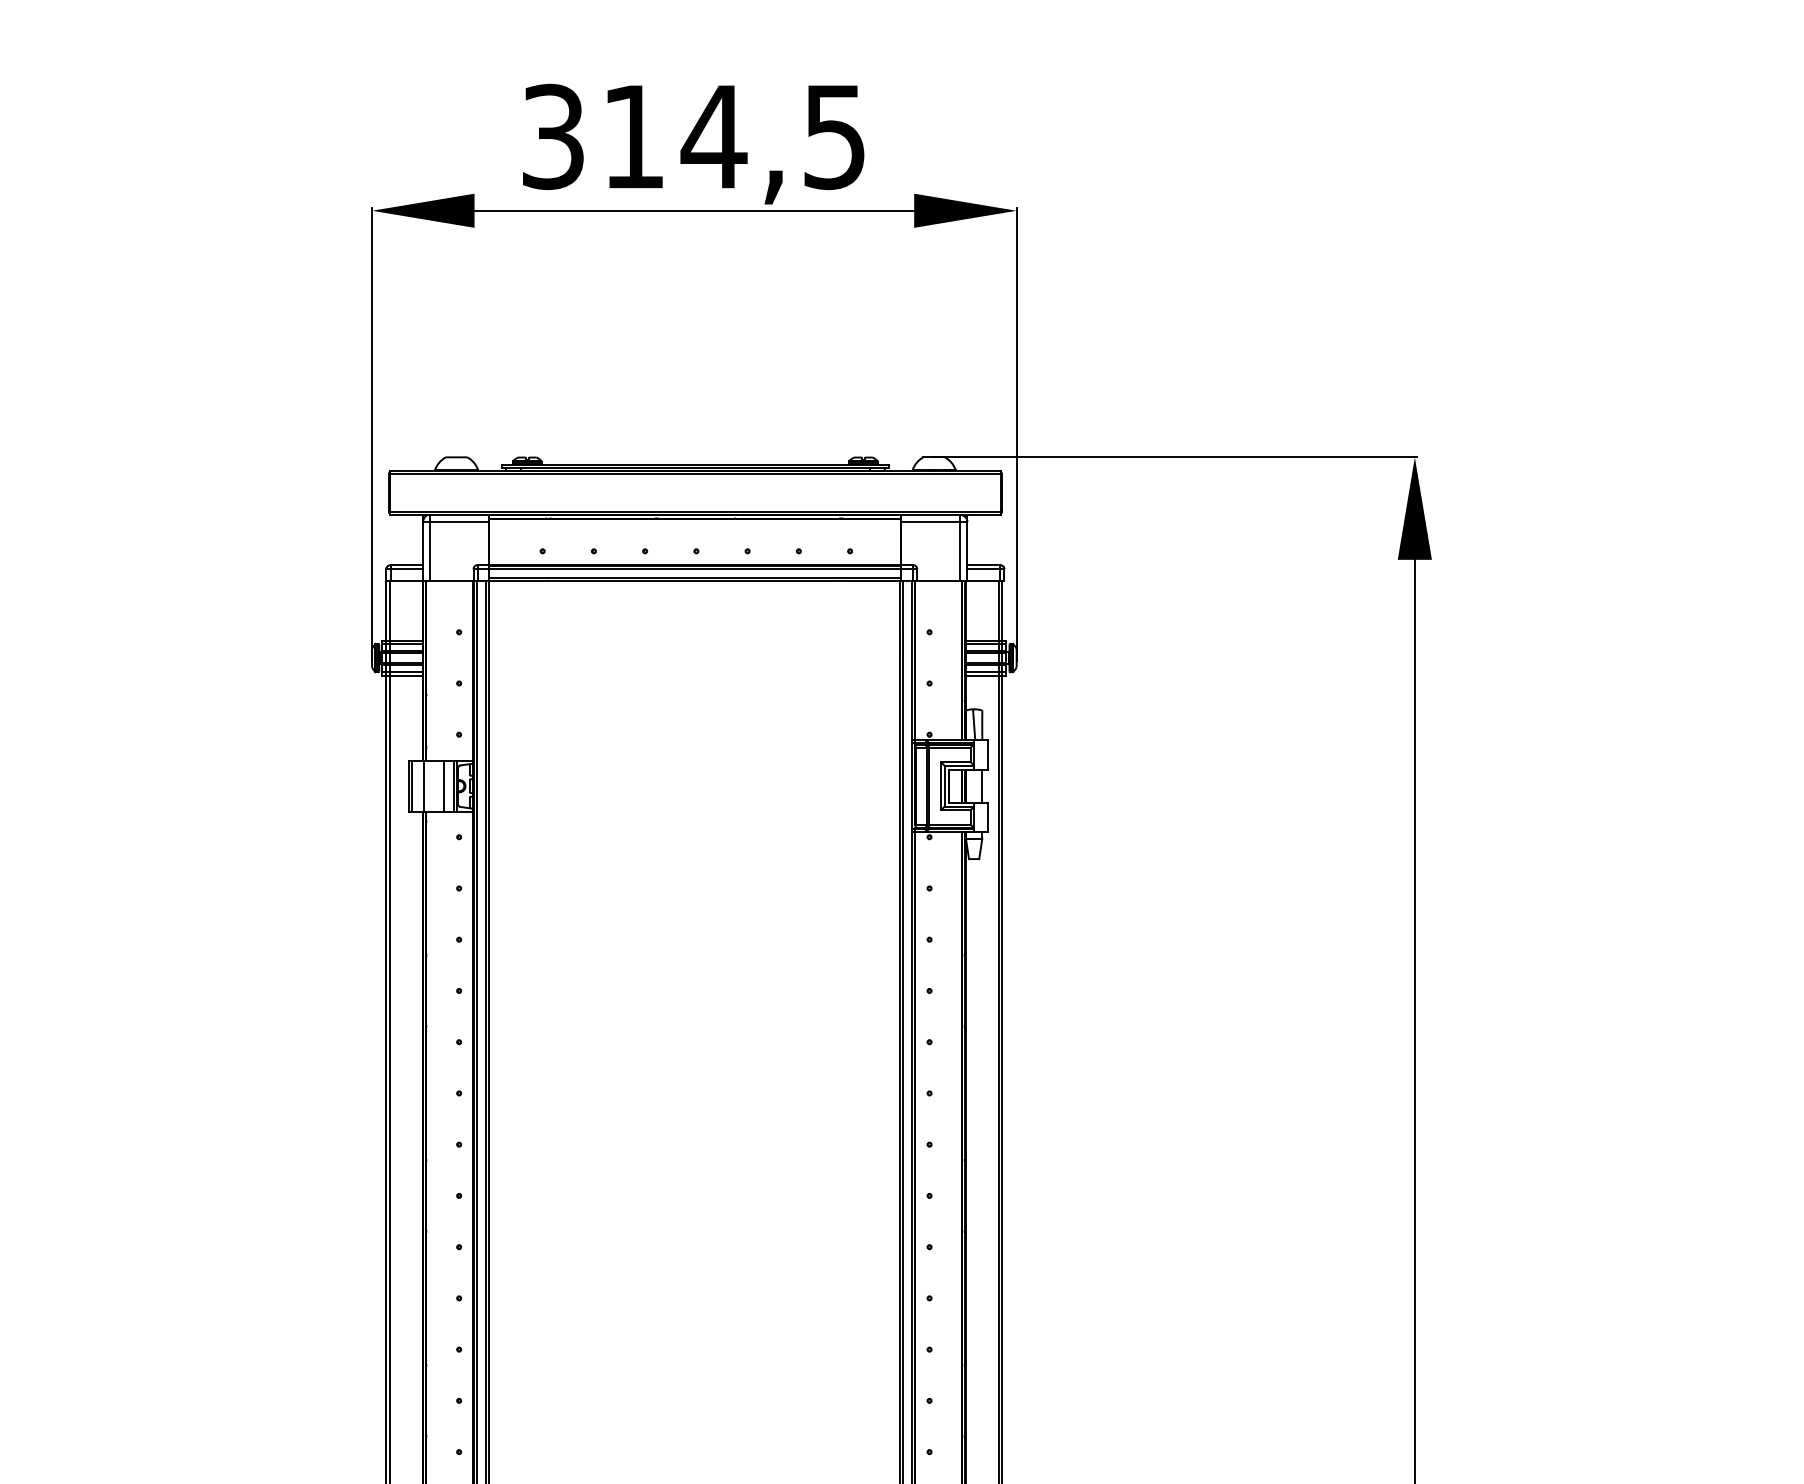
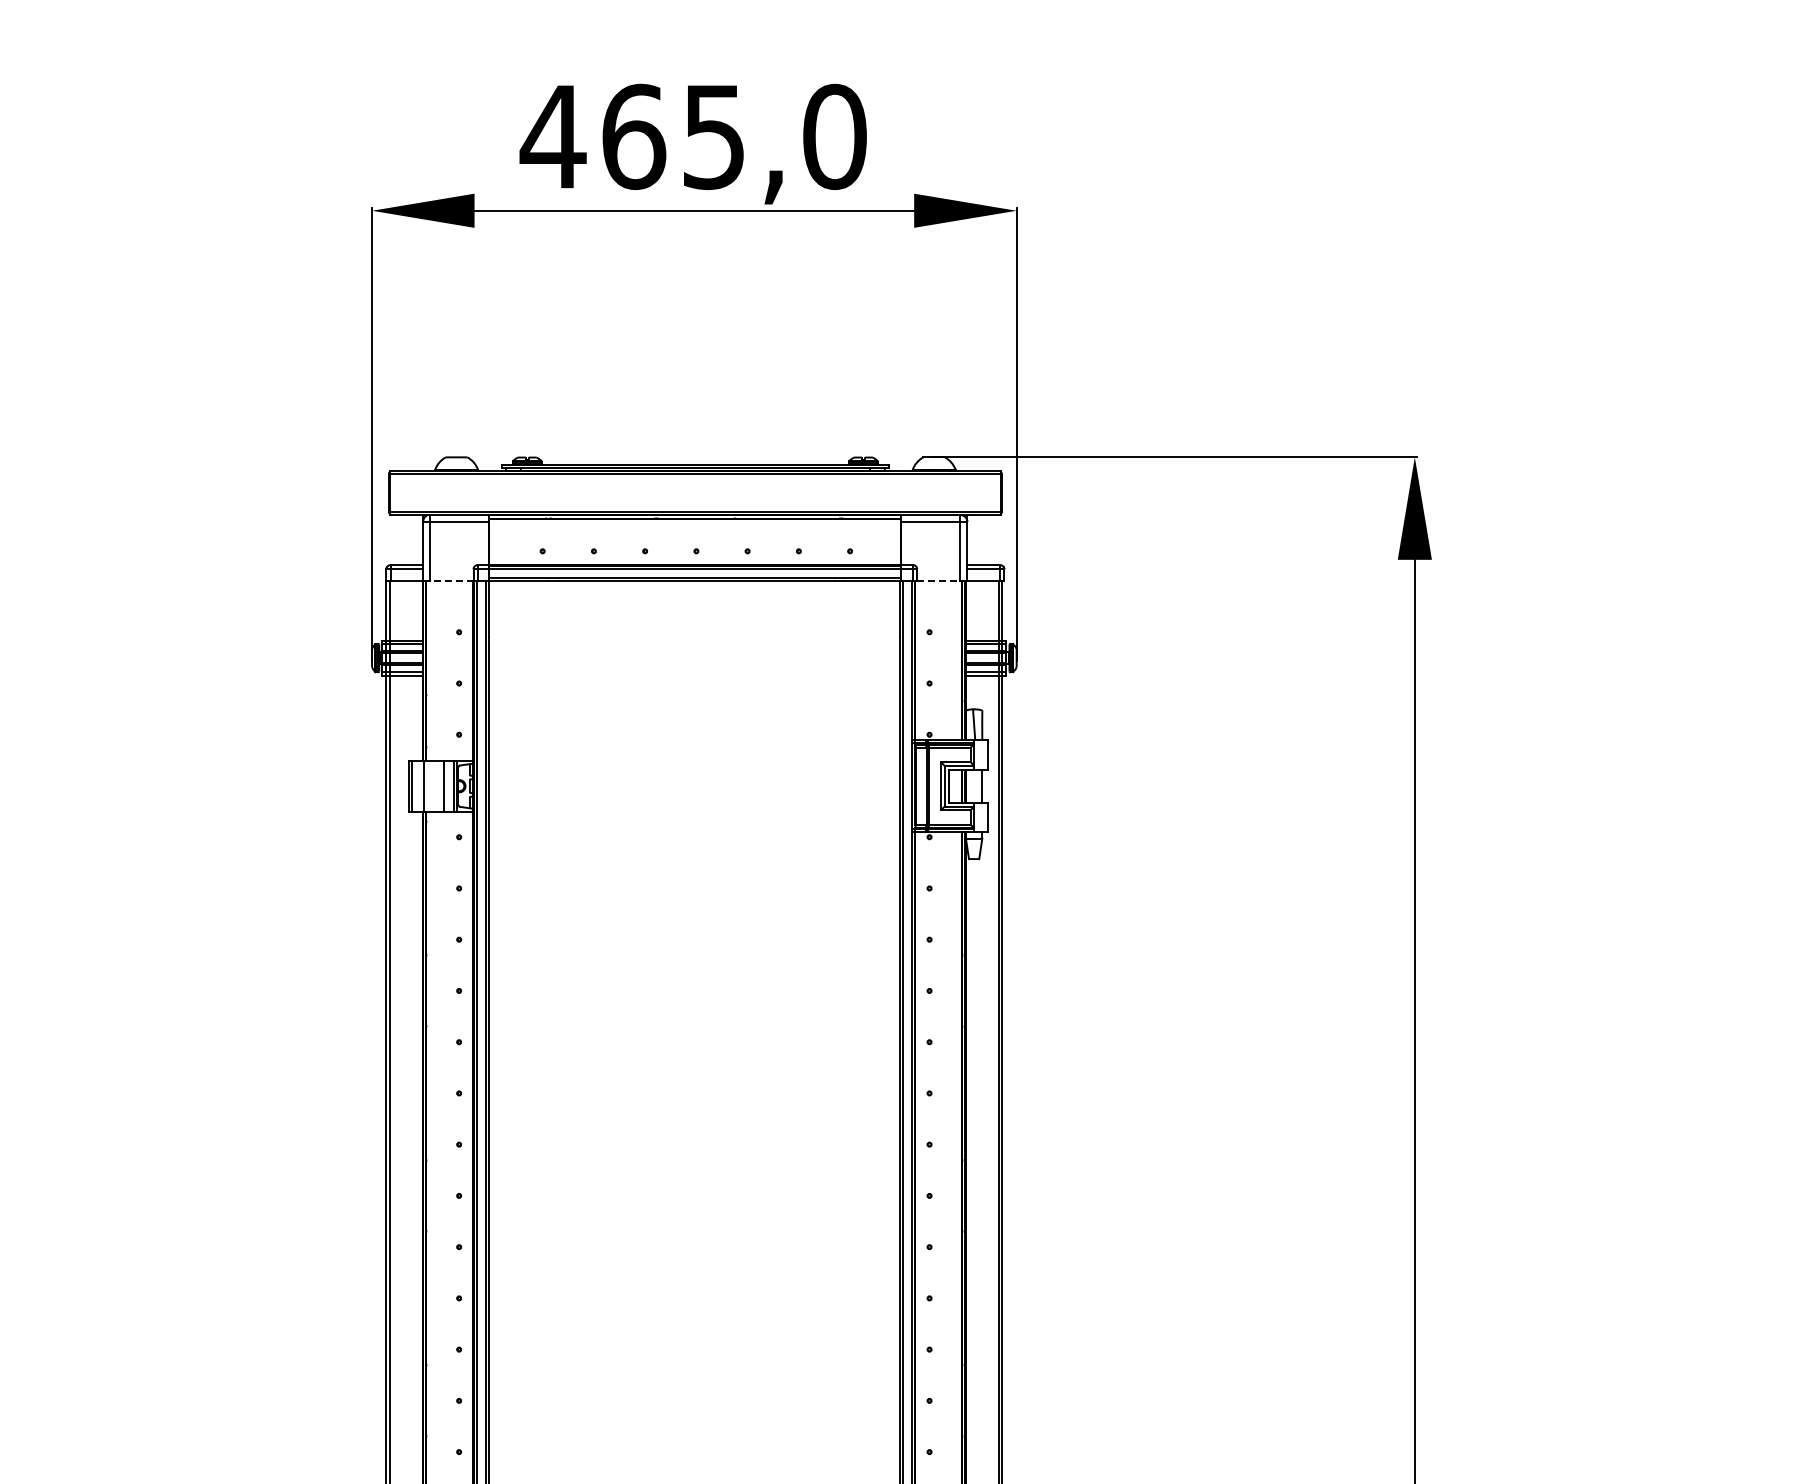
text at (692, 136): 314,5 -> 465,0
line at (452, 581): solid -> dashed
line at (938, 581): solid -> dashed
